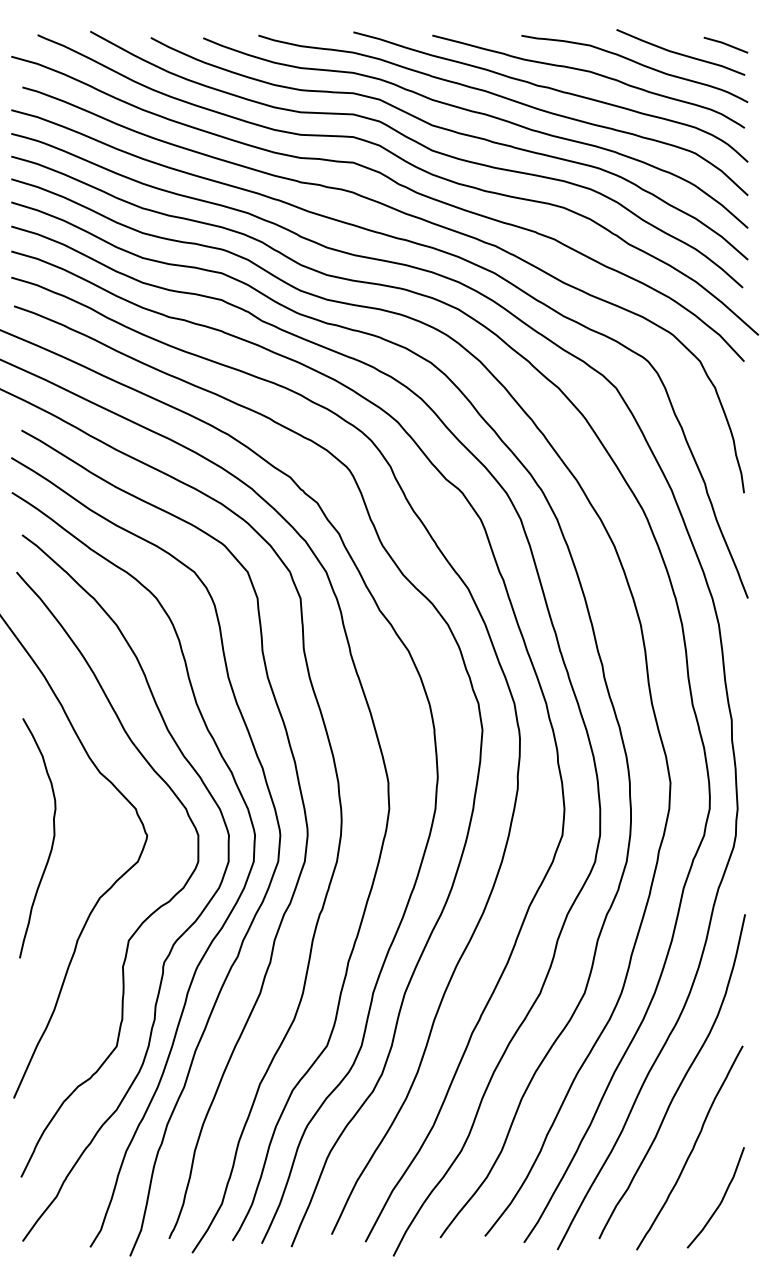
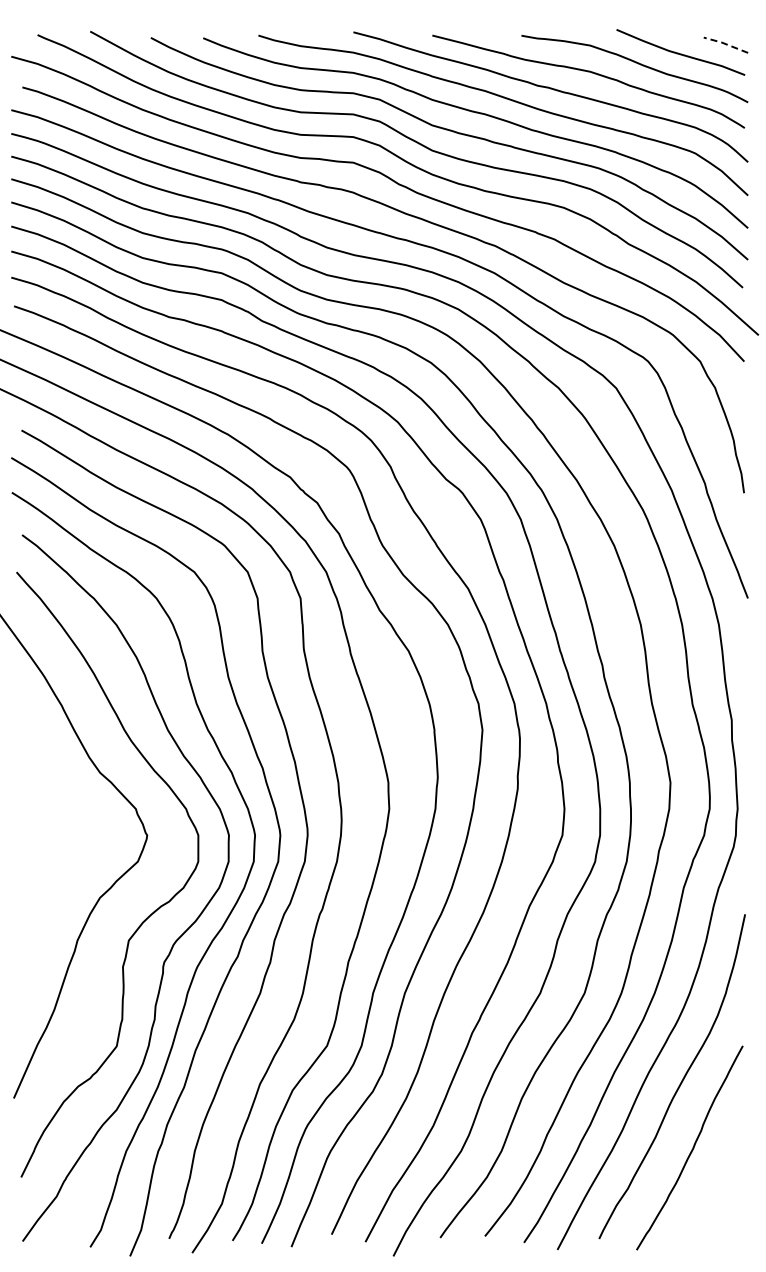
line at (725, 43): solid -> dashed
curve at (52, 839): present -> none
curve at (721, 1199): present -> none
